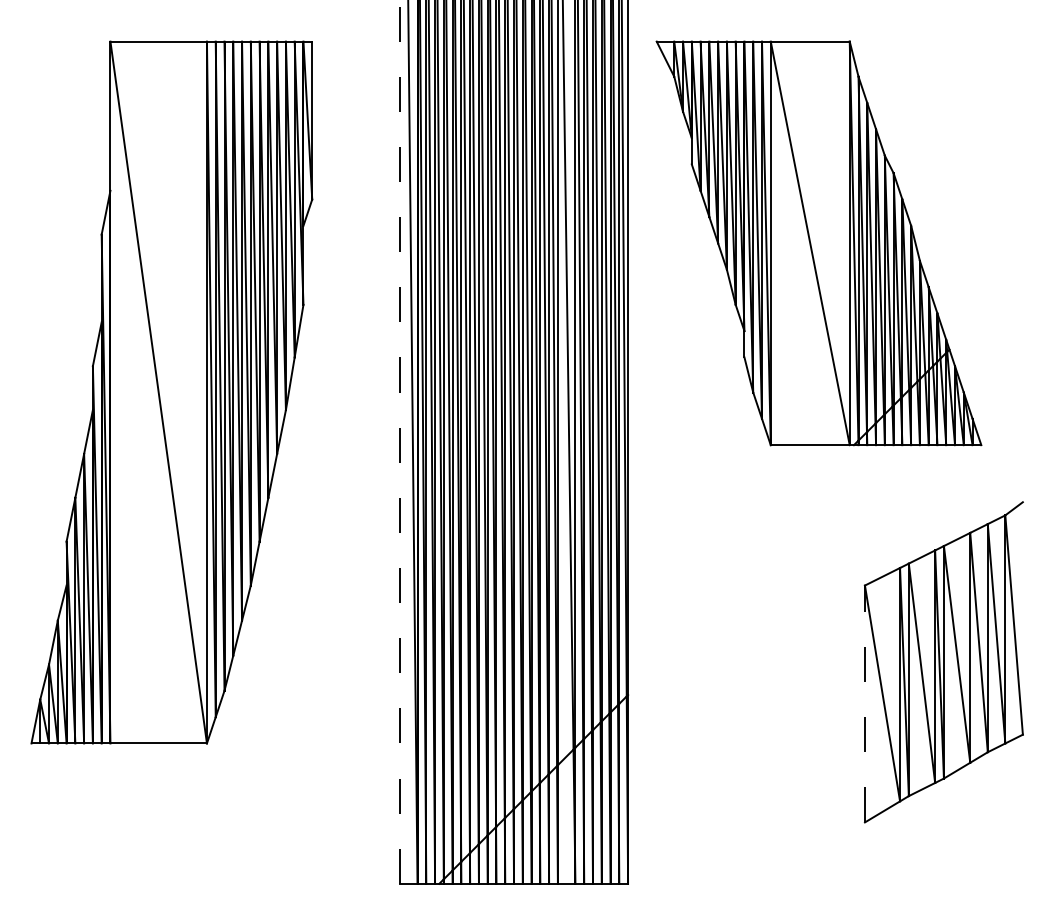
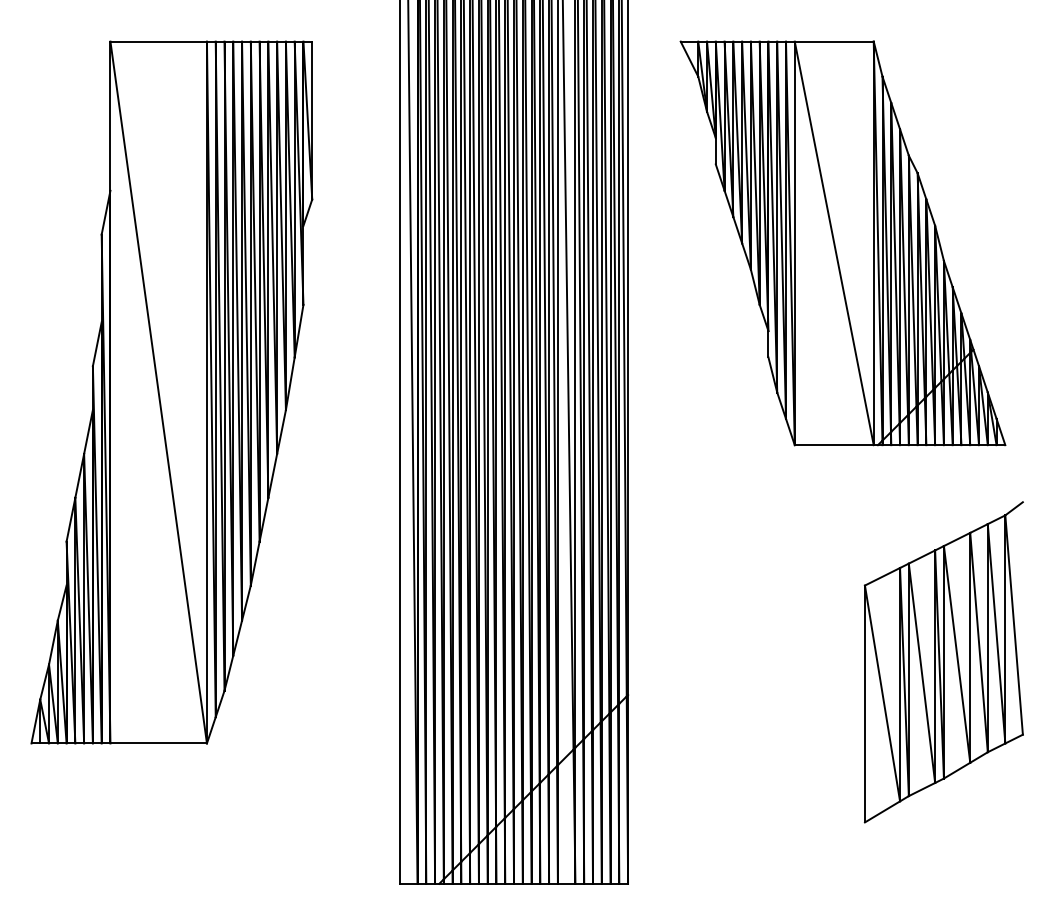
part at (818, 243) position: (818, 243) -> (842, 243)
line at (399, 441): dashed -> solid
line at (864, 703): dashed -> solid
